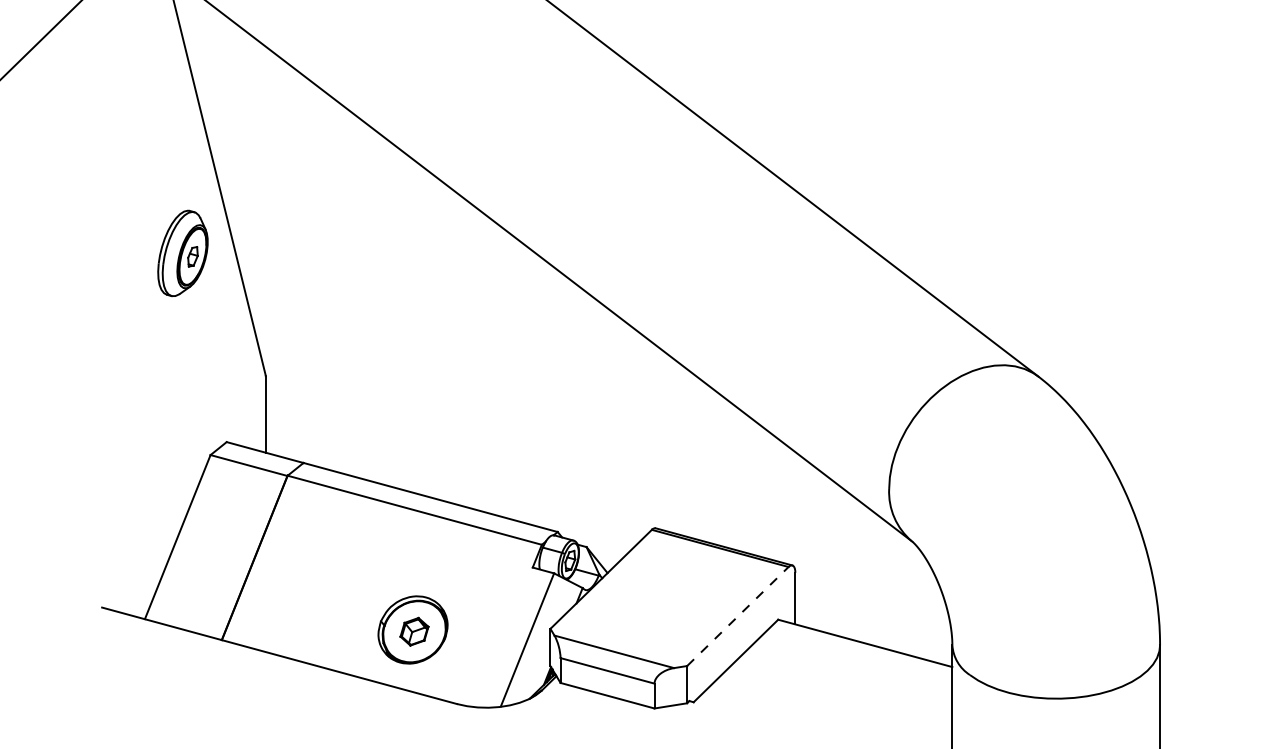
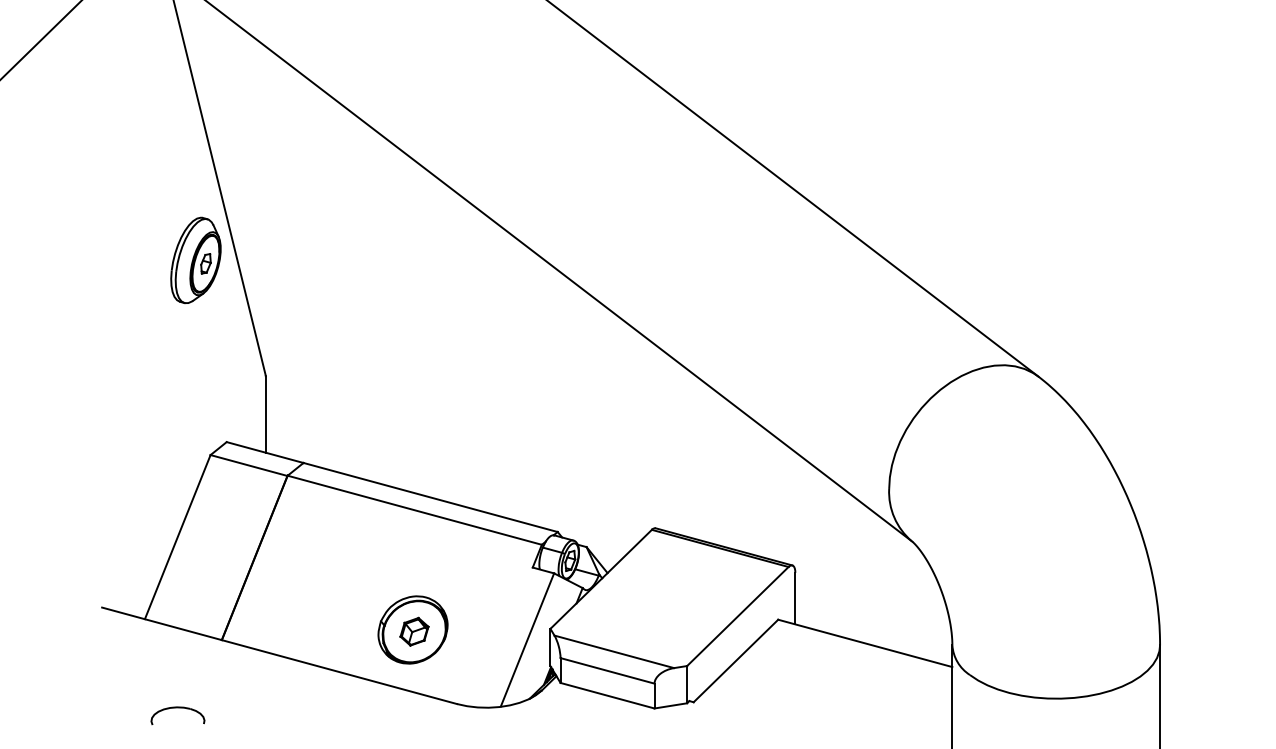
part at (182, 253) position: (182, 253) -> (195, 260)
line at (737, 616): dashed -> solid
part at (177, 708): none -> present
